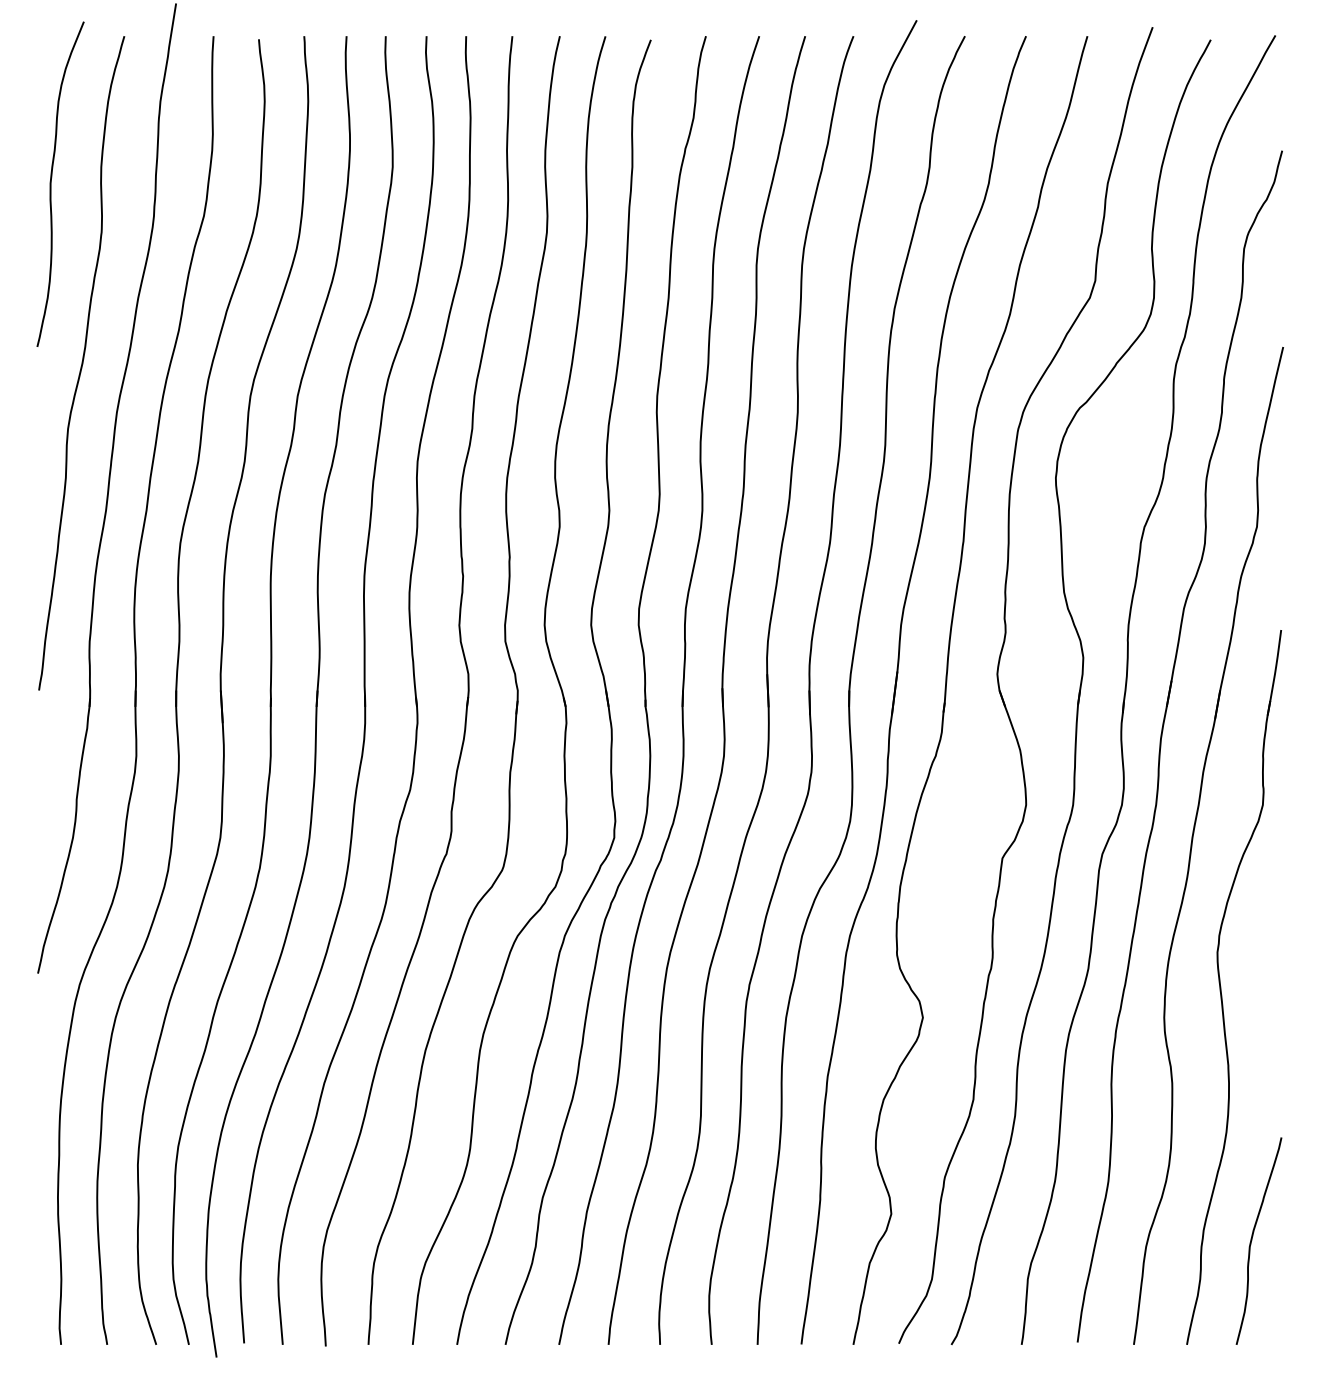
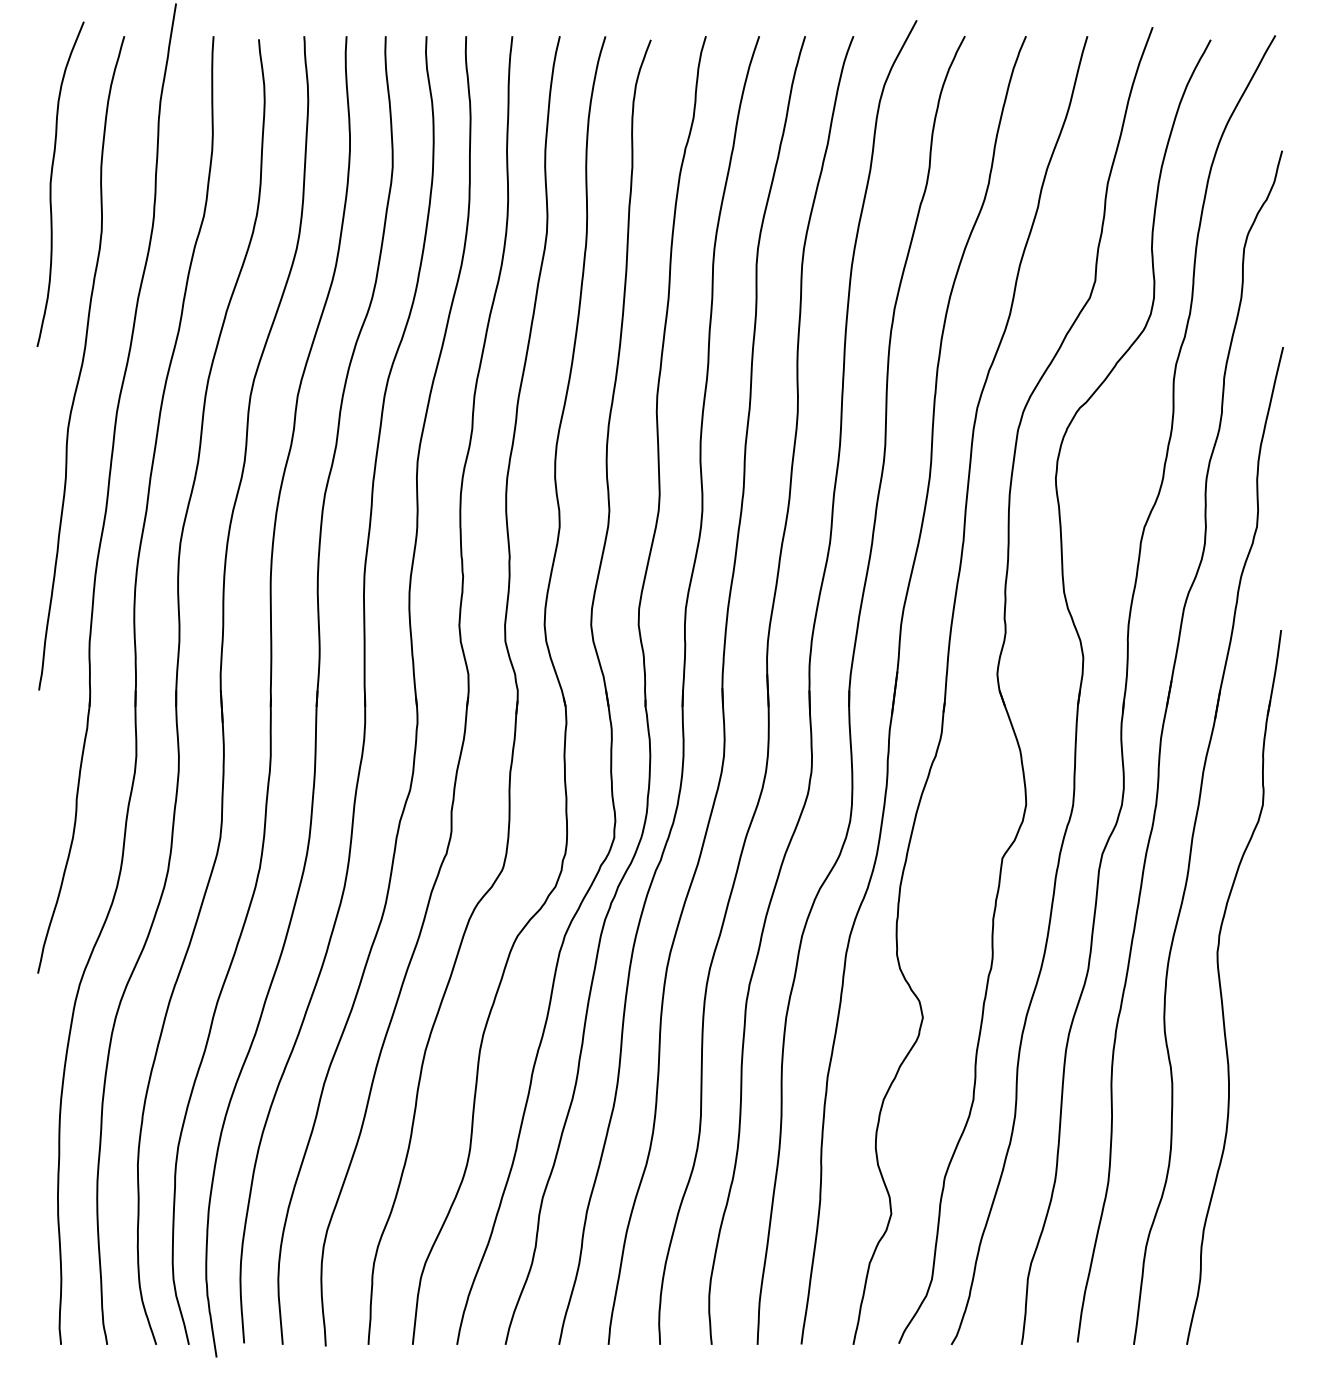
curve at (1252, 1240): present -> none
